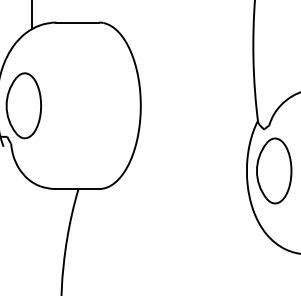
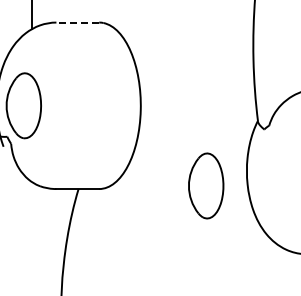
line at (77, 22): solid -> dashed
part at (274, 170) position: (274, 170) -> (206, 185)
